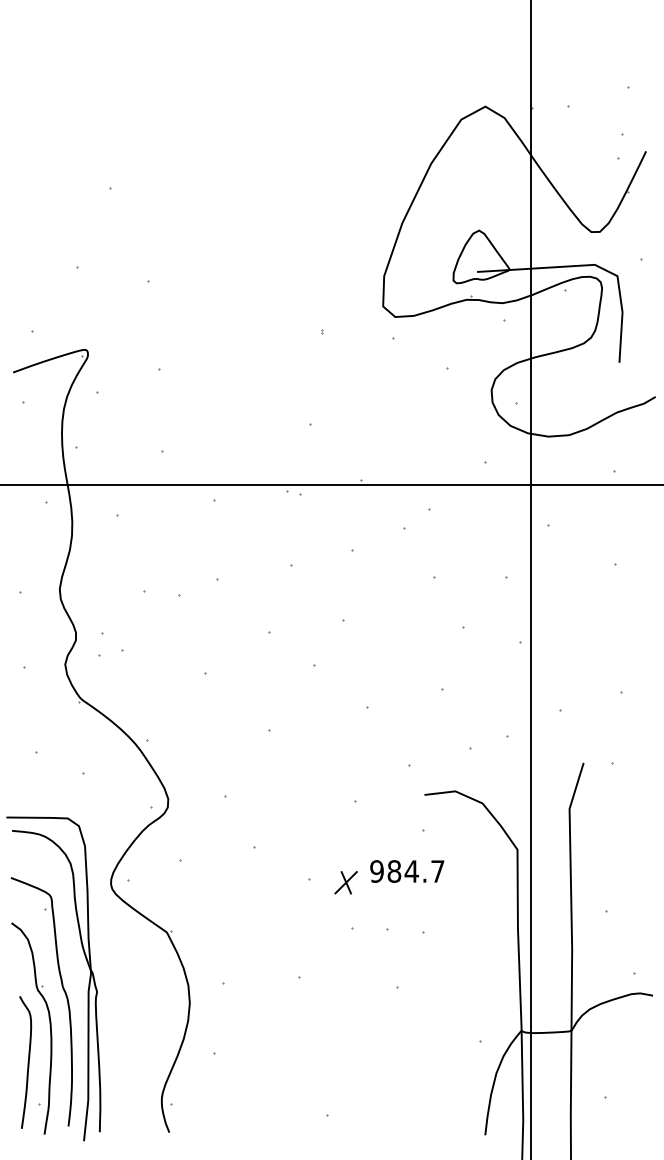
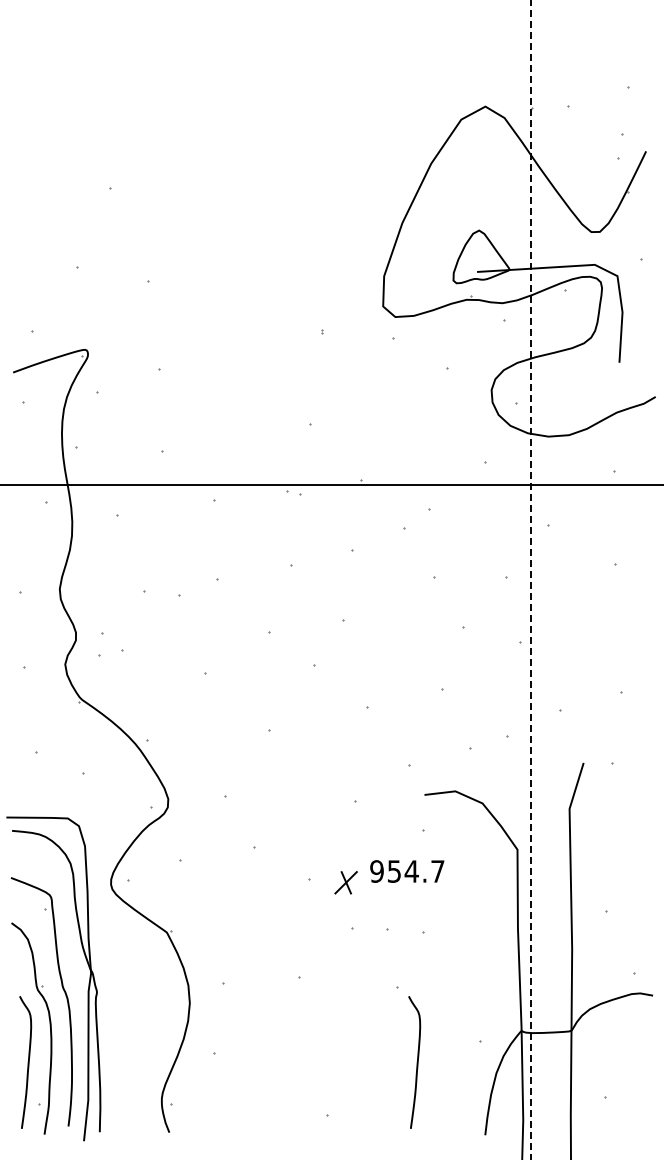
line at (530, 579): solid -> dashed
text at (394, 871): 984.7 -> 954.7
curve at (416, 1062): none -> present
